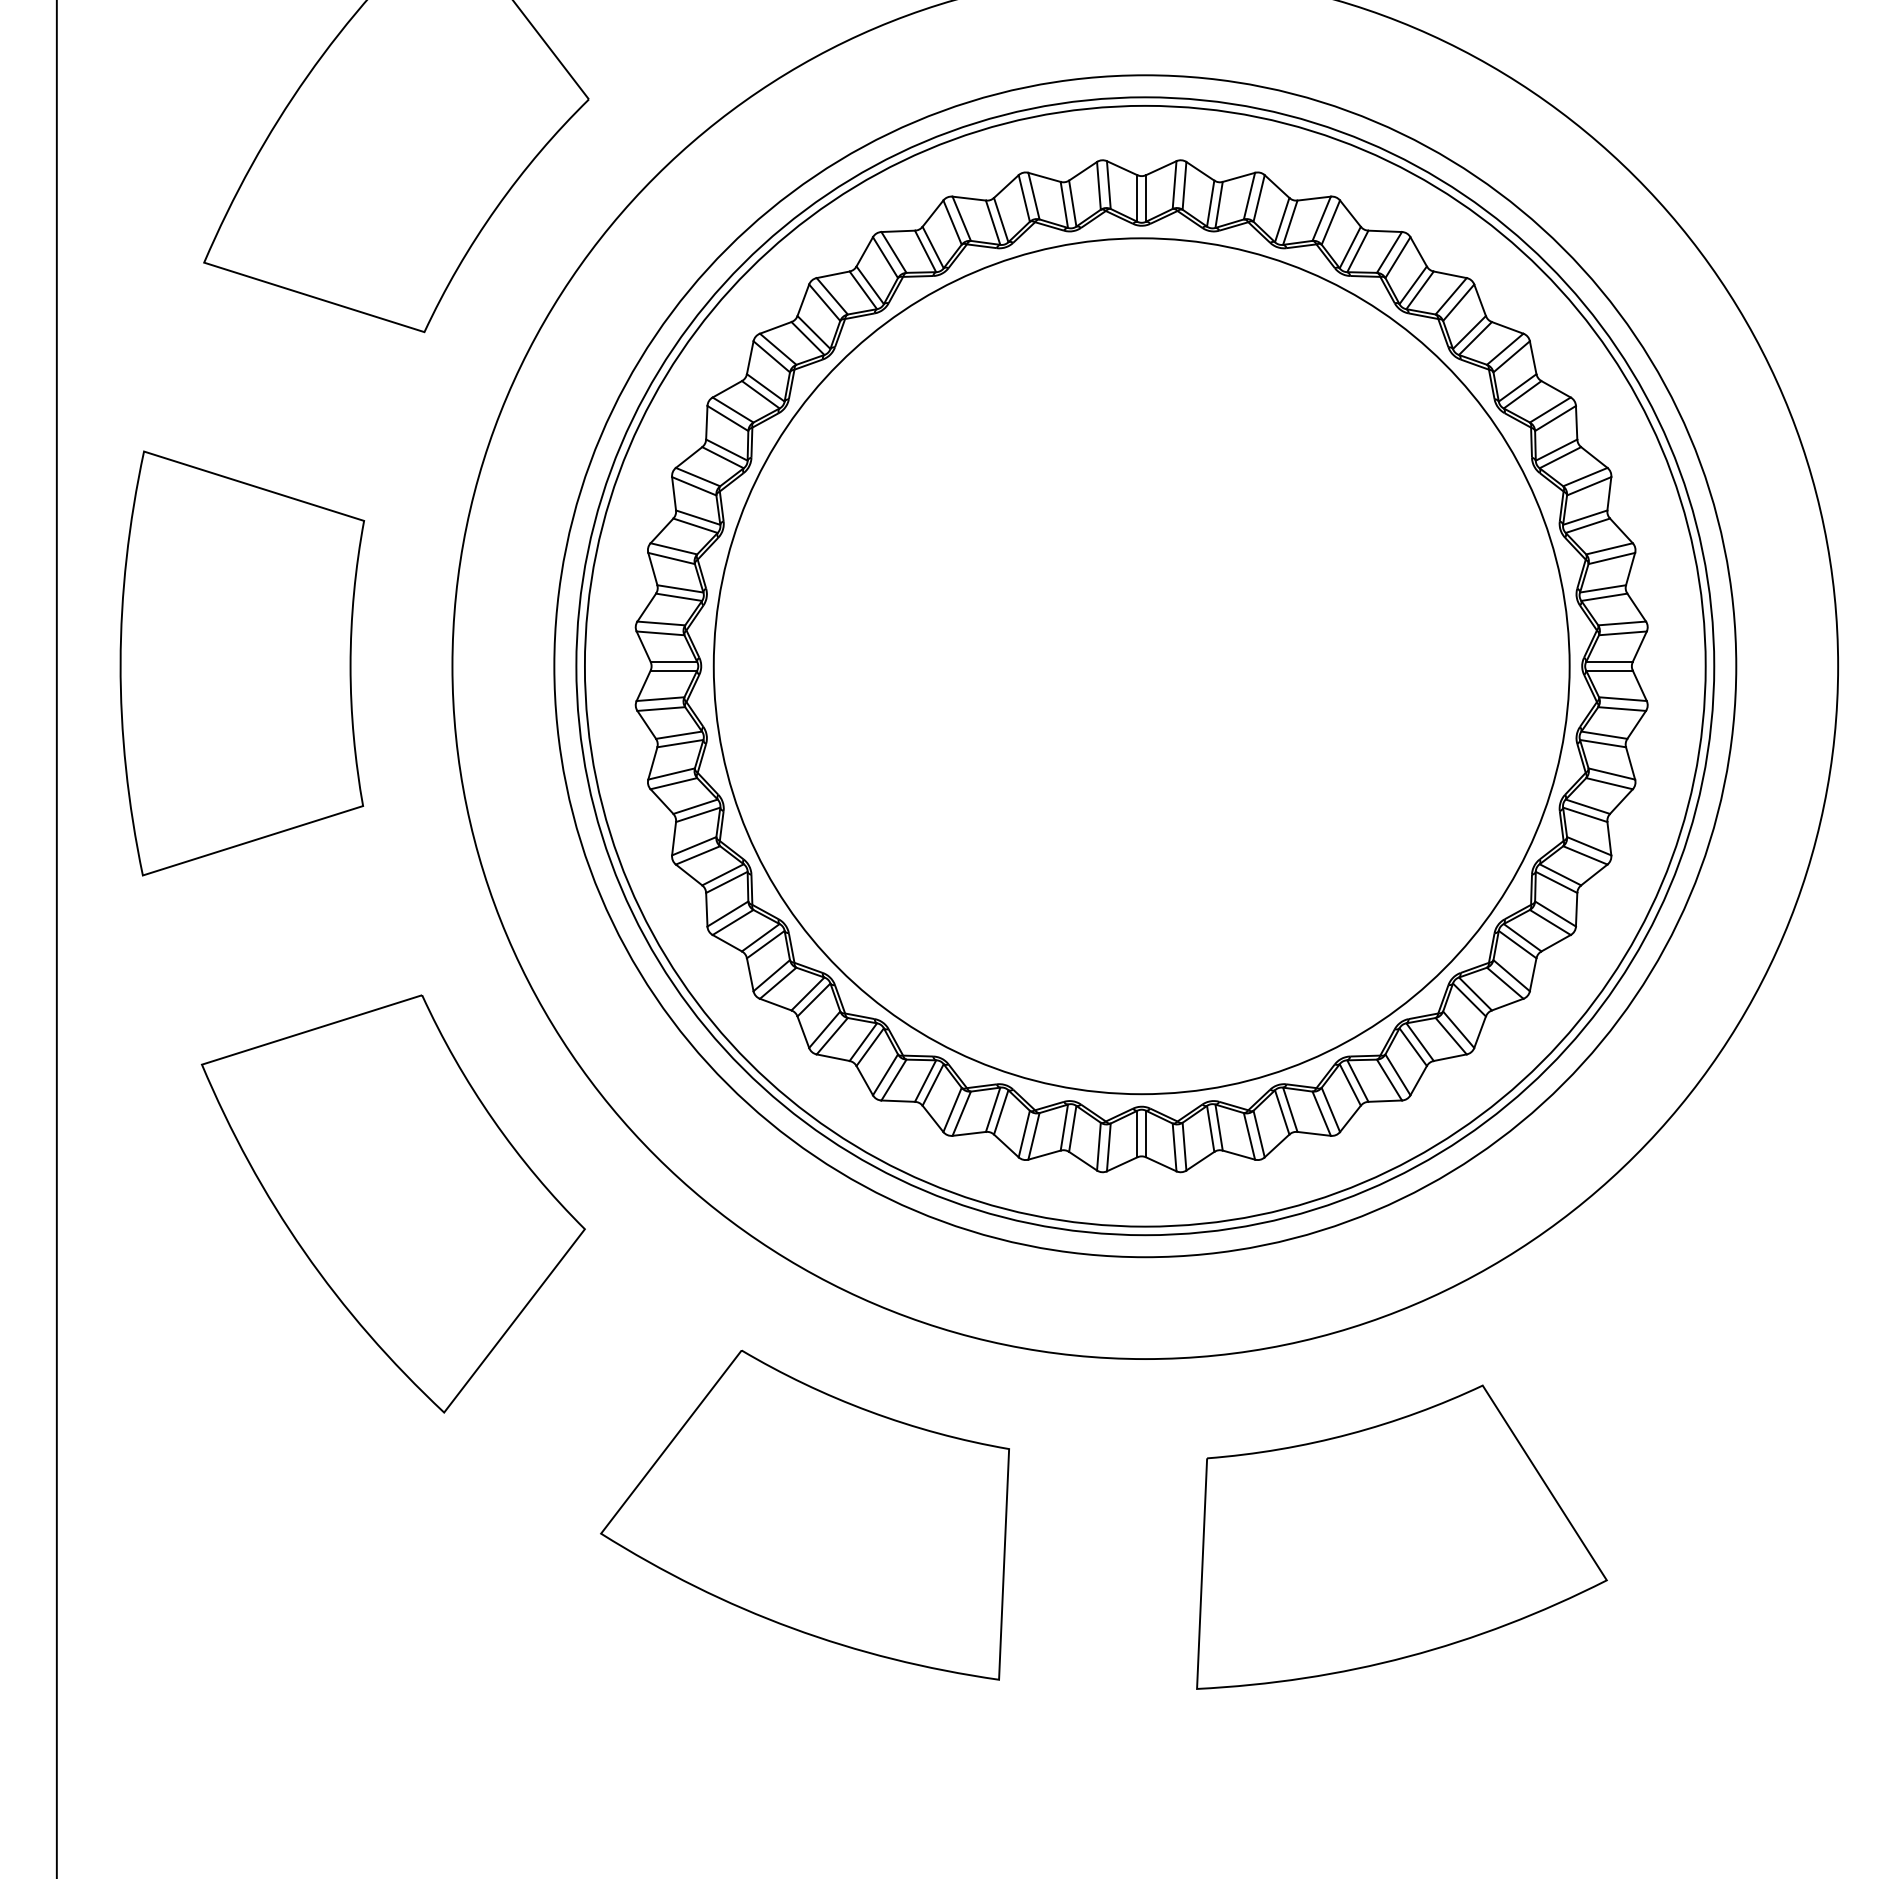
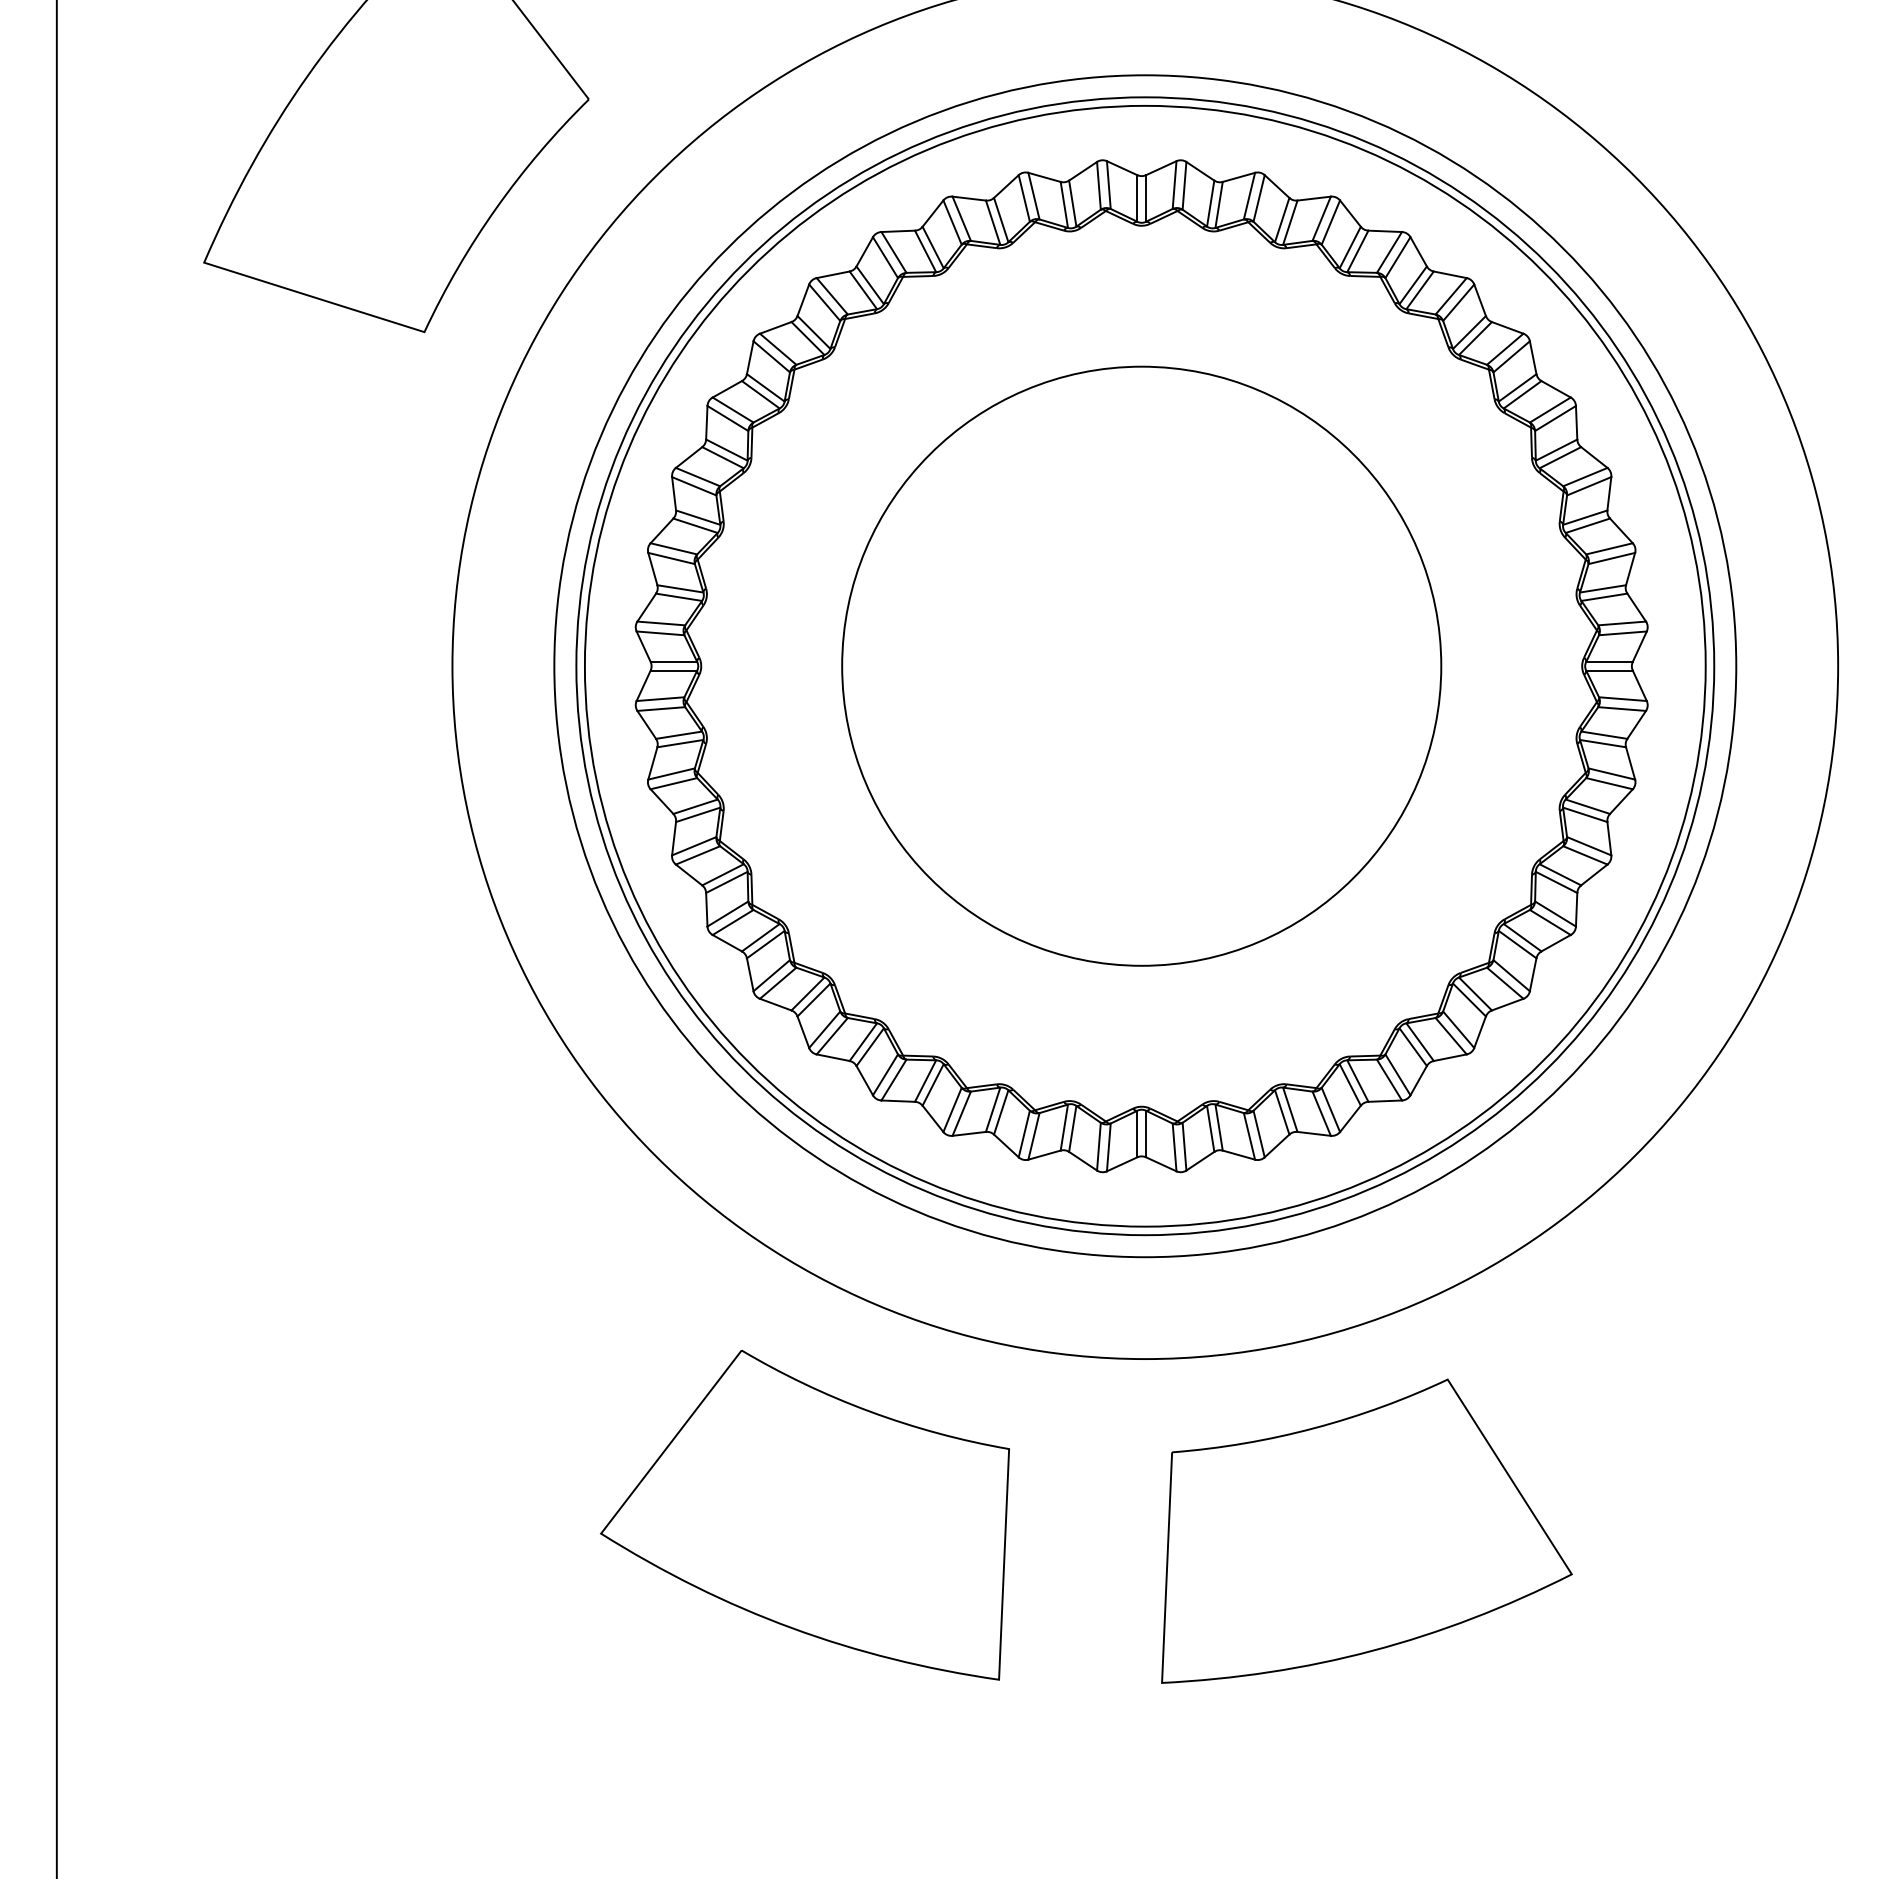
part at (242, 663): present -> none
circle at (1141, 666) diameter: 856 px -> 599 px
part at (392, 1203): present -> none
part at (1401, 1536) position: (1401, 1536) -> (1366, 1530)
